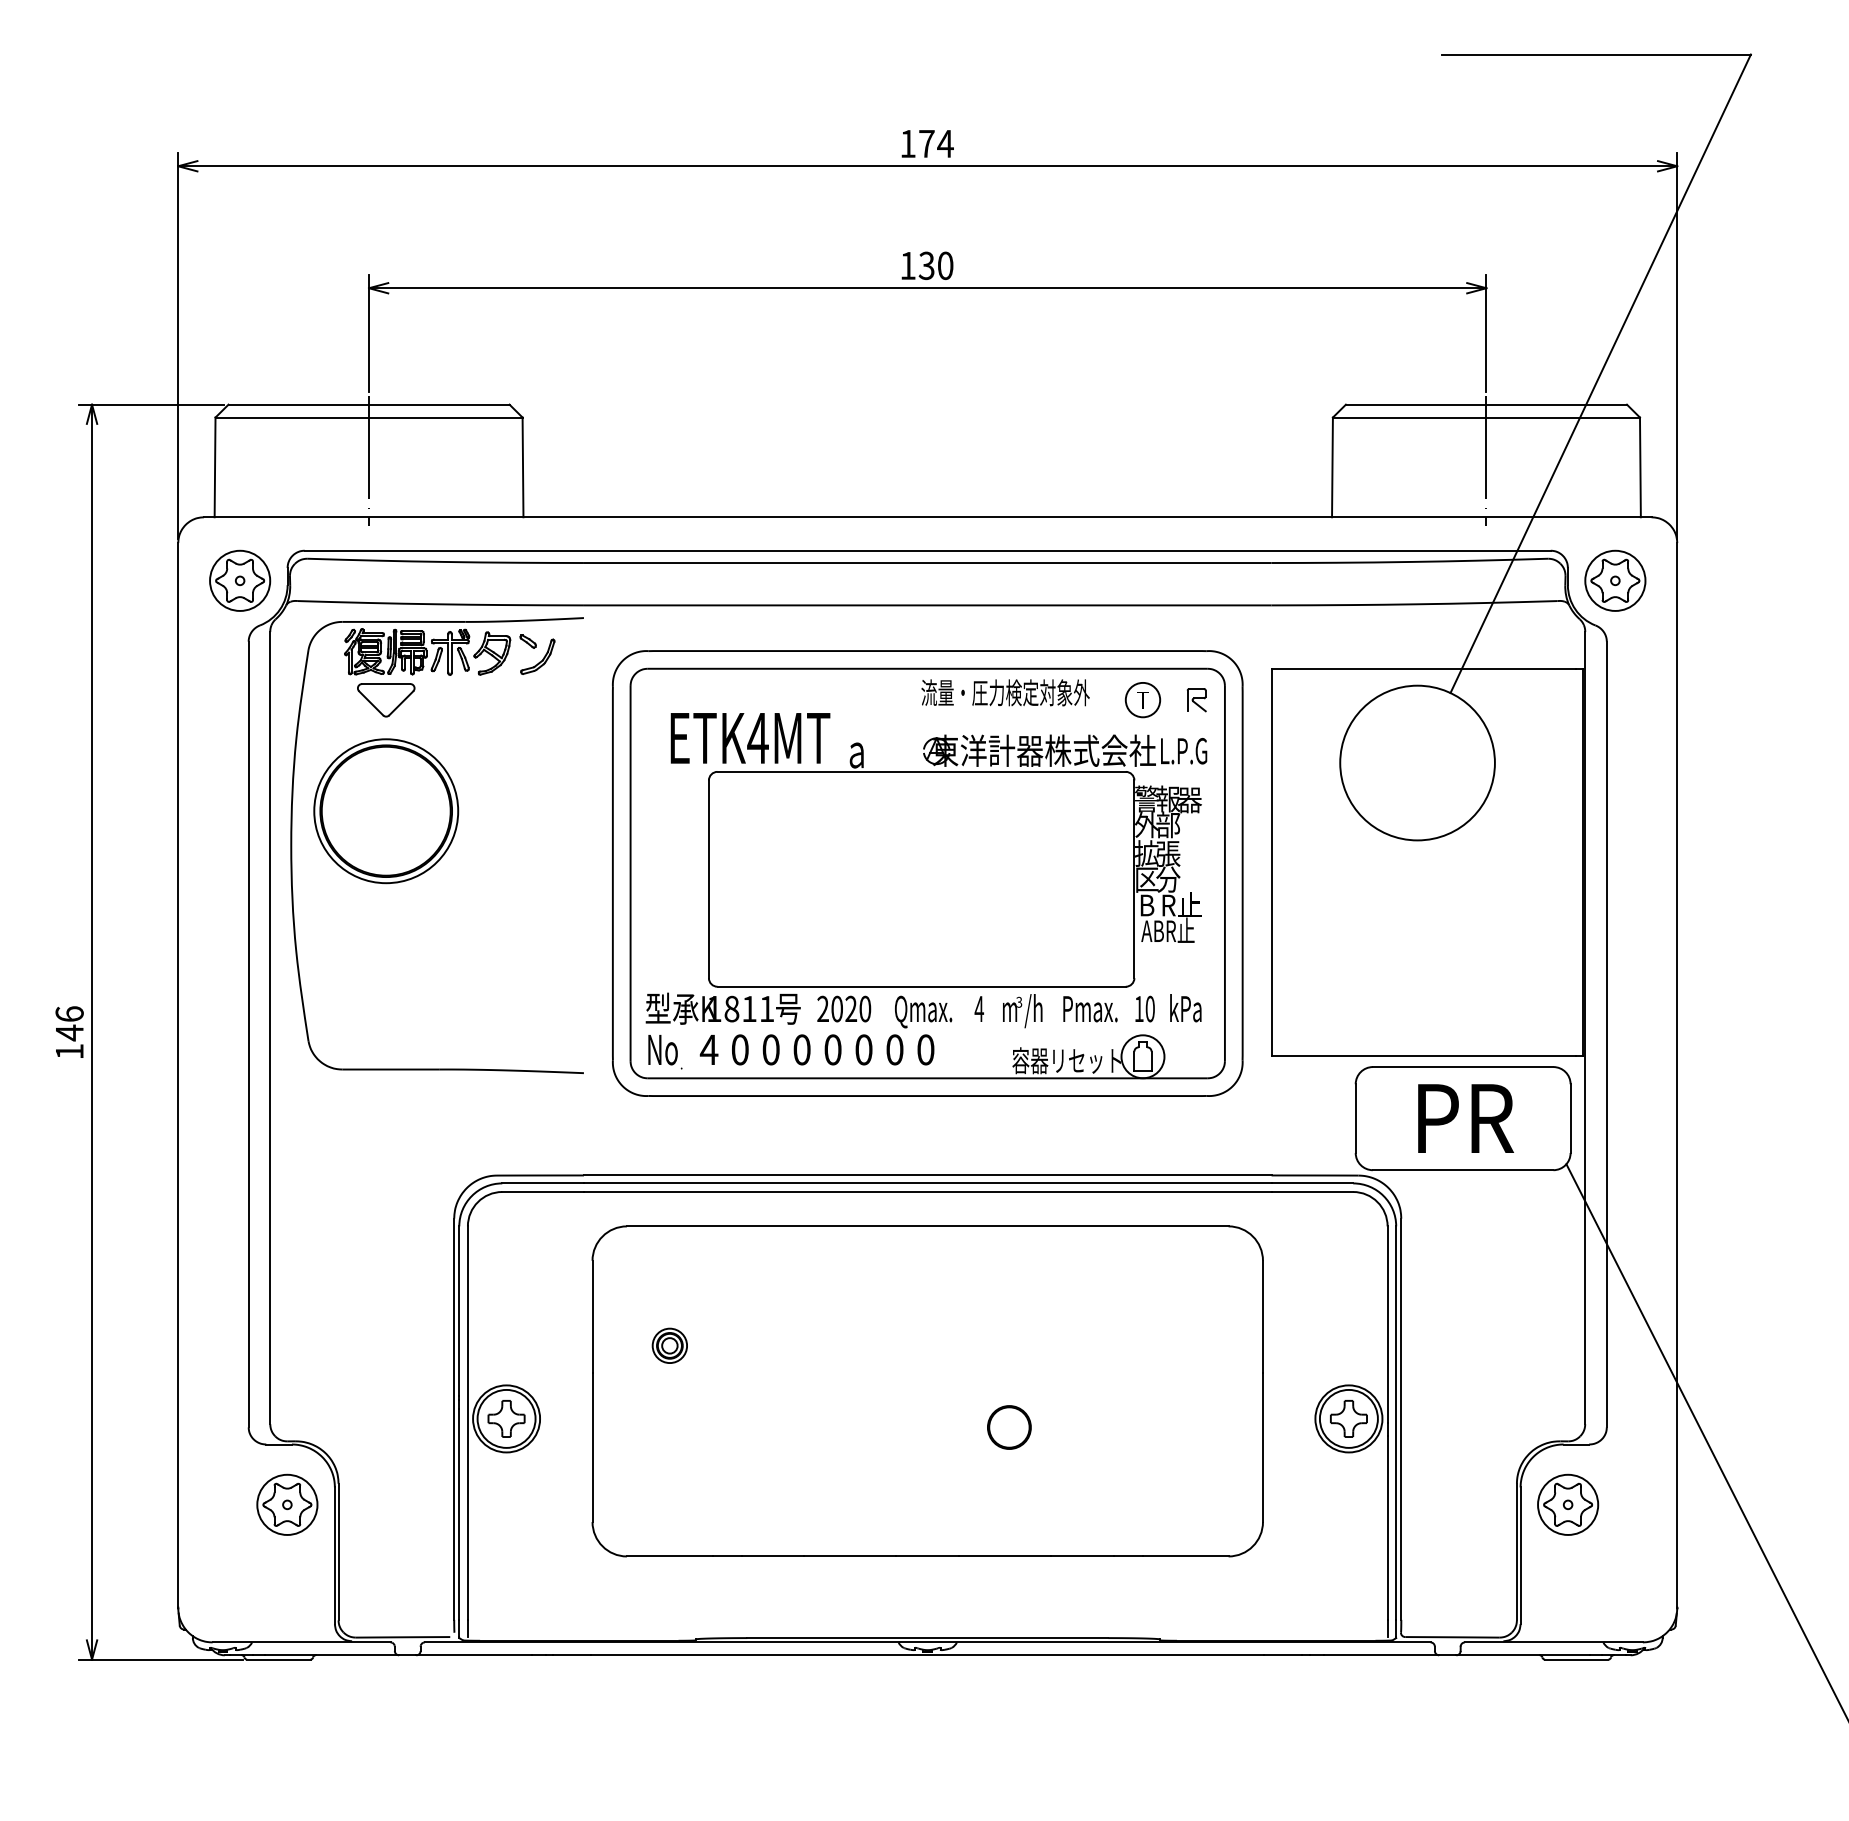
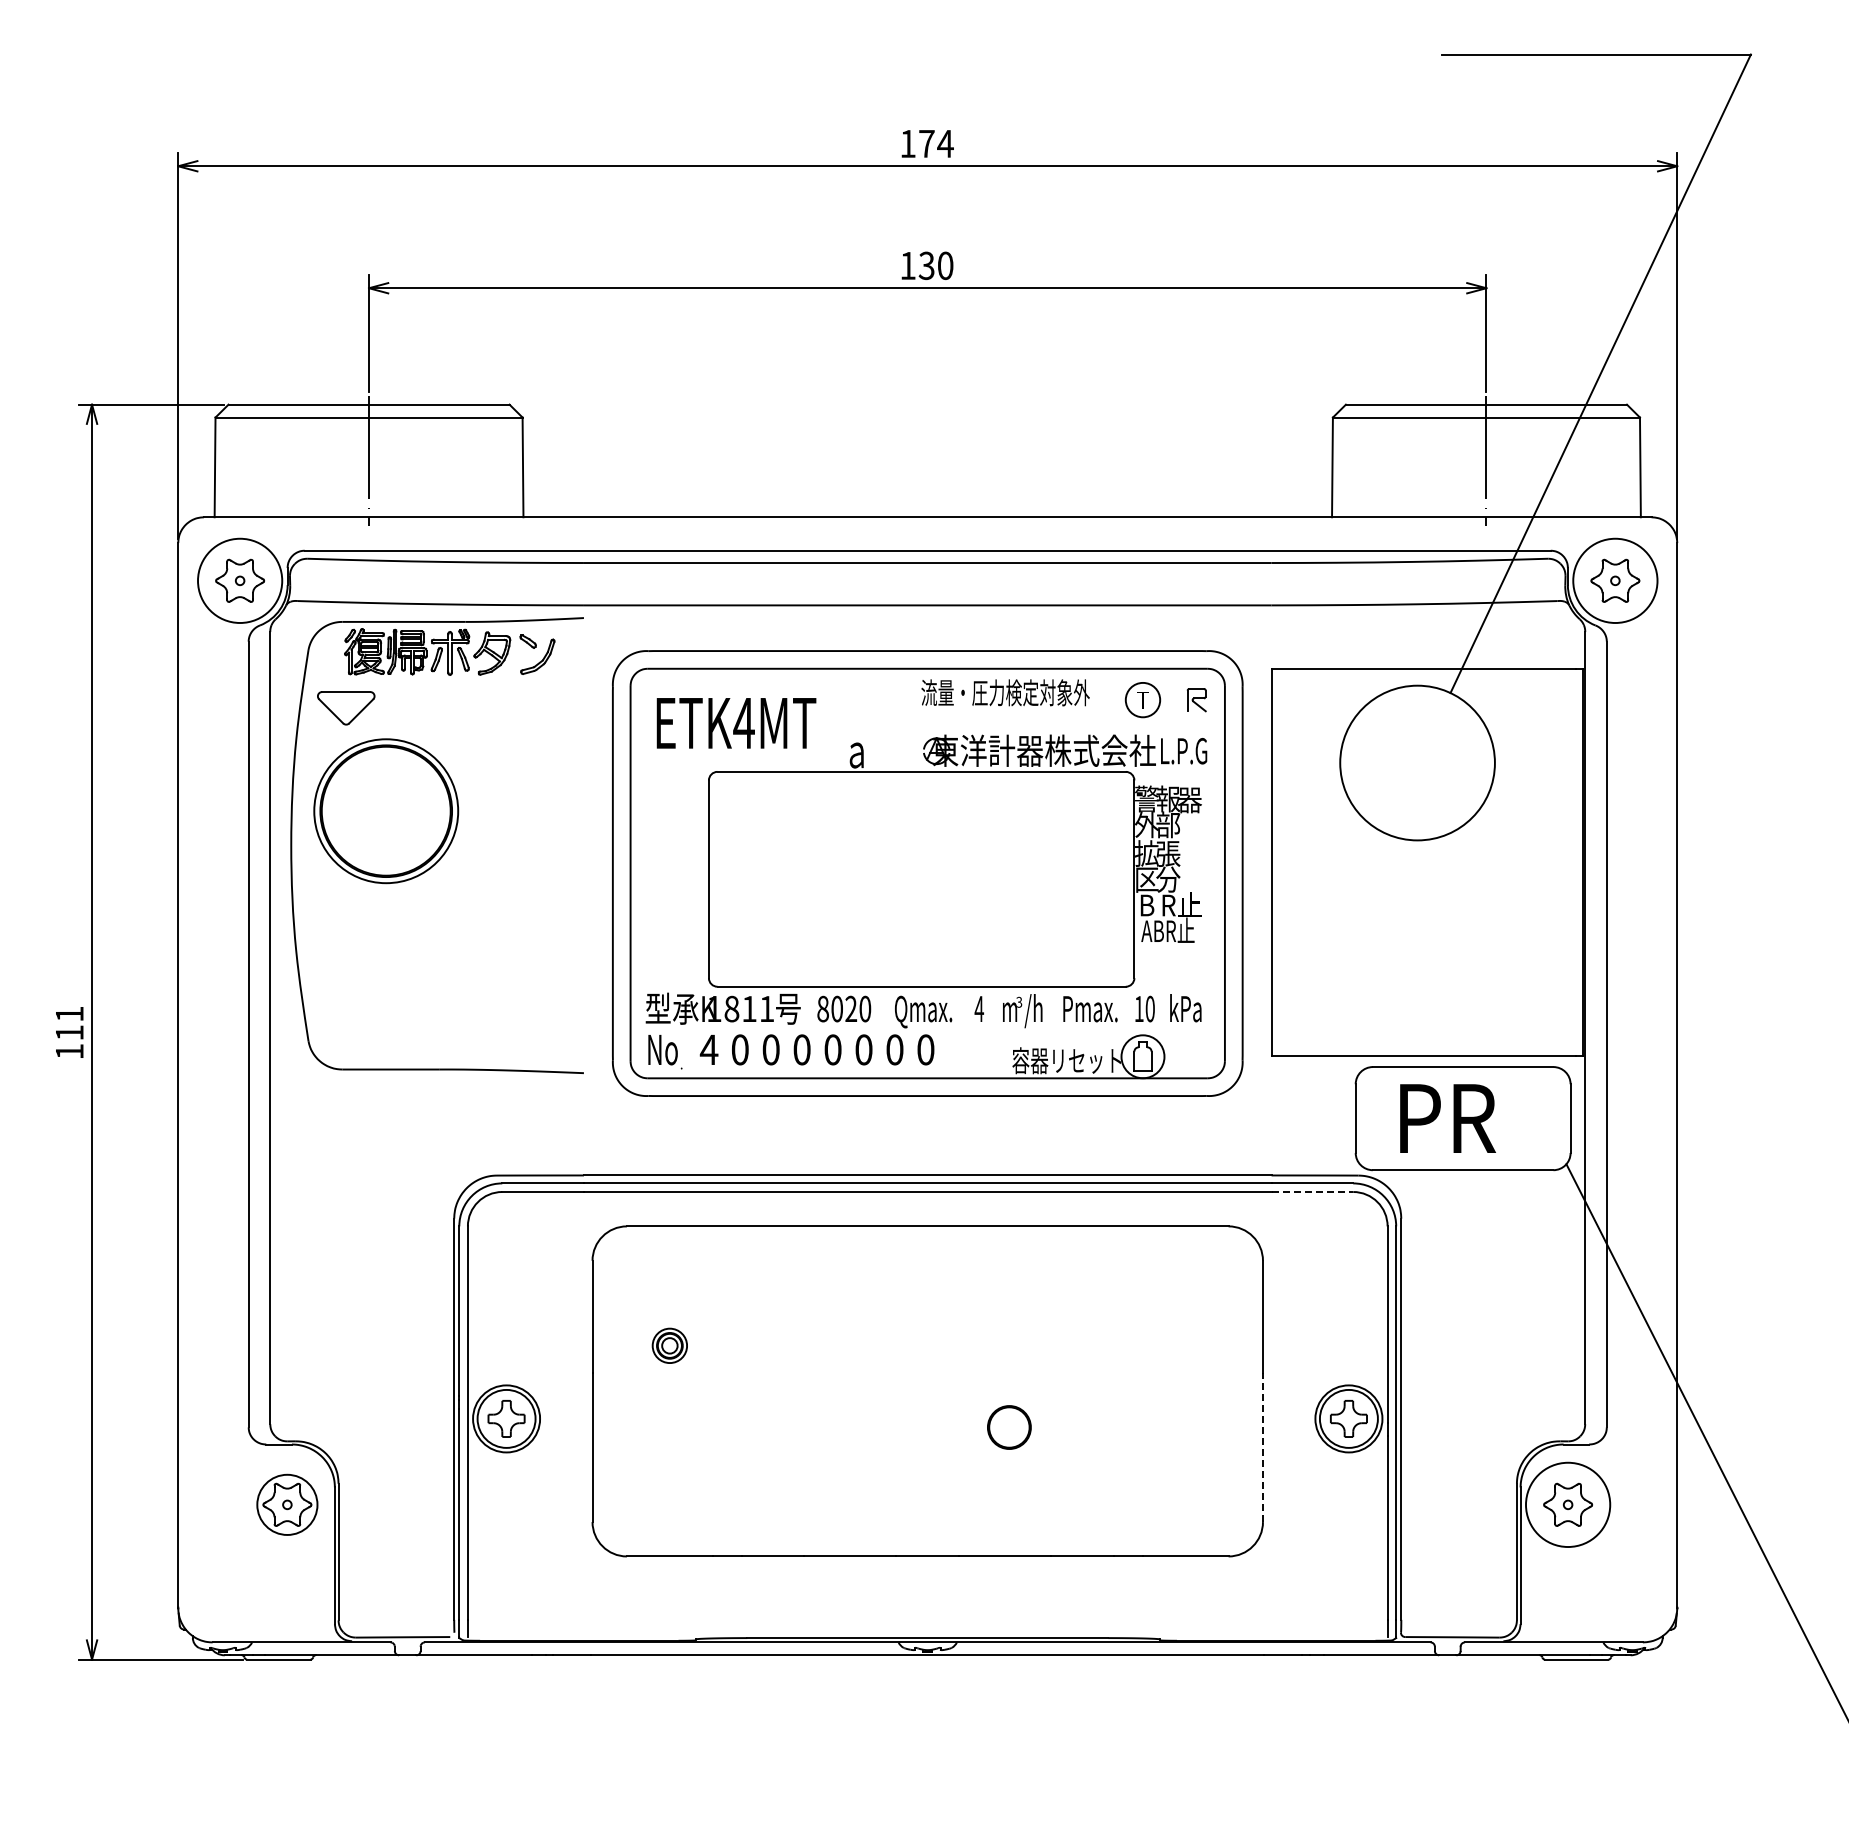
circle at (240, 580) diameter: 60 px -> 84 px
circle at (1615, 580) diameter: 60 px -> 84 px
part at (386, 700) position: (386, 700) -> (346, 708)
text at (750, 738) position: (750, 738) -> (736, 723)
text at (822, 1008): 2020 -> 8020
text at (69, 1023): 146 -> 111
text at (1465, 1118) position: (1465, 1118) -> (1447, 1118)
line at (1312, 1192): solid -> dashed
line at (1262, 1447): solid -> dashed
circle at (1568, 1504) diameter: 60 px -> 84 px
